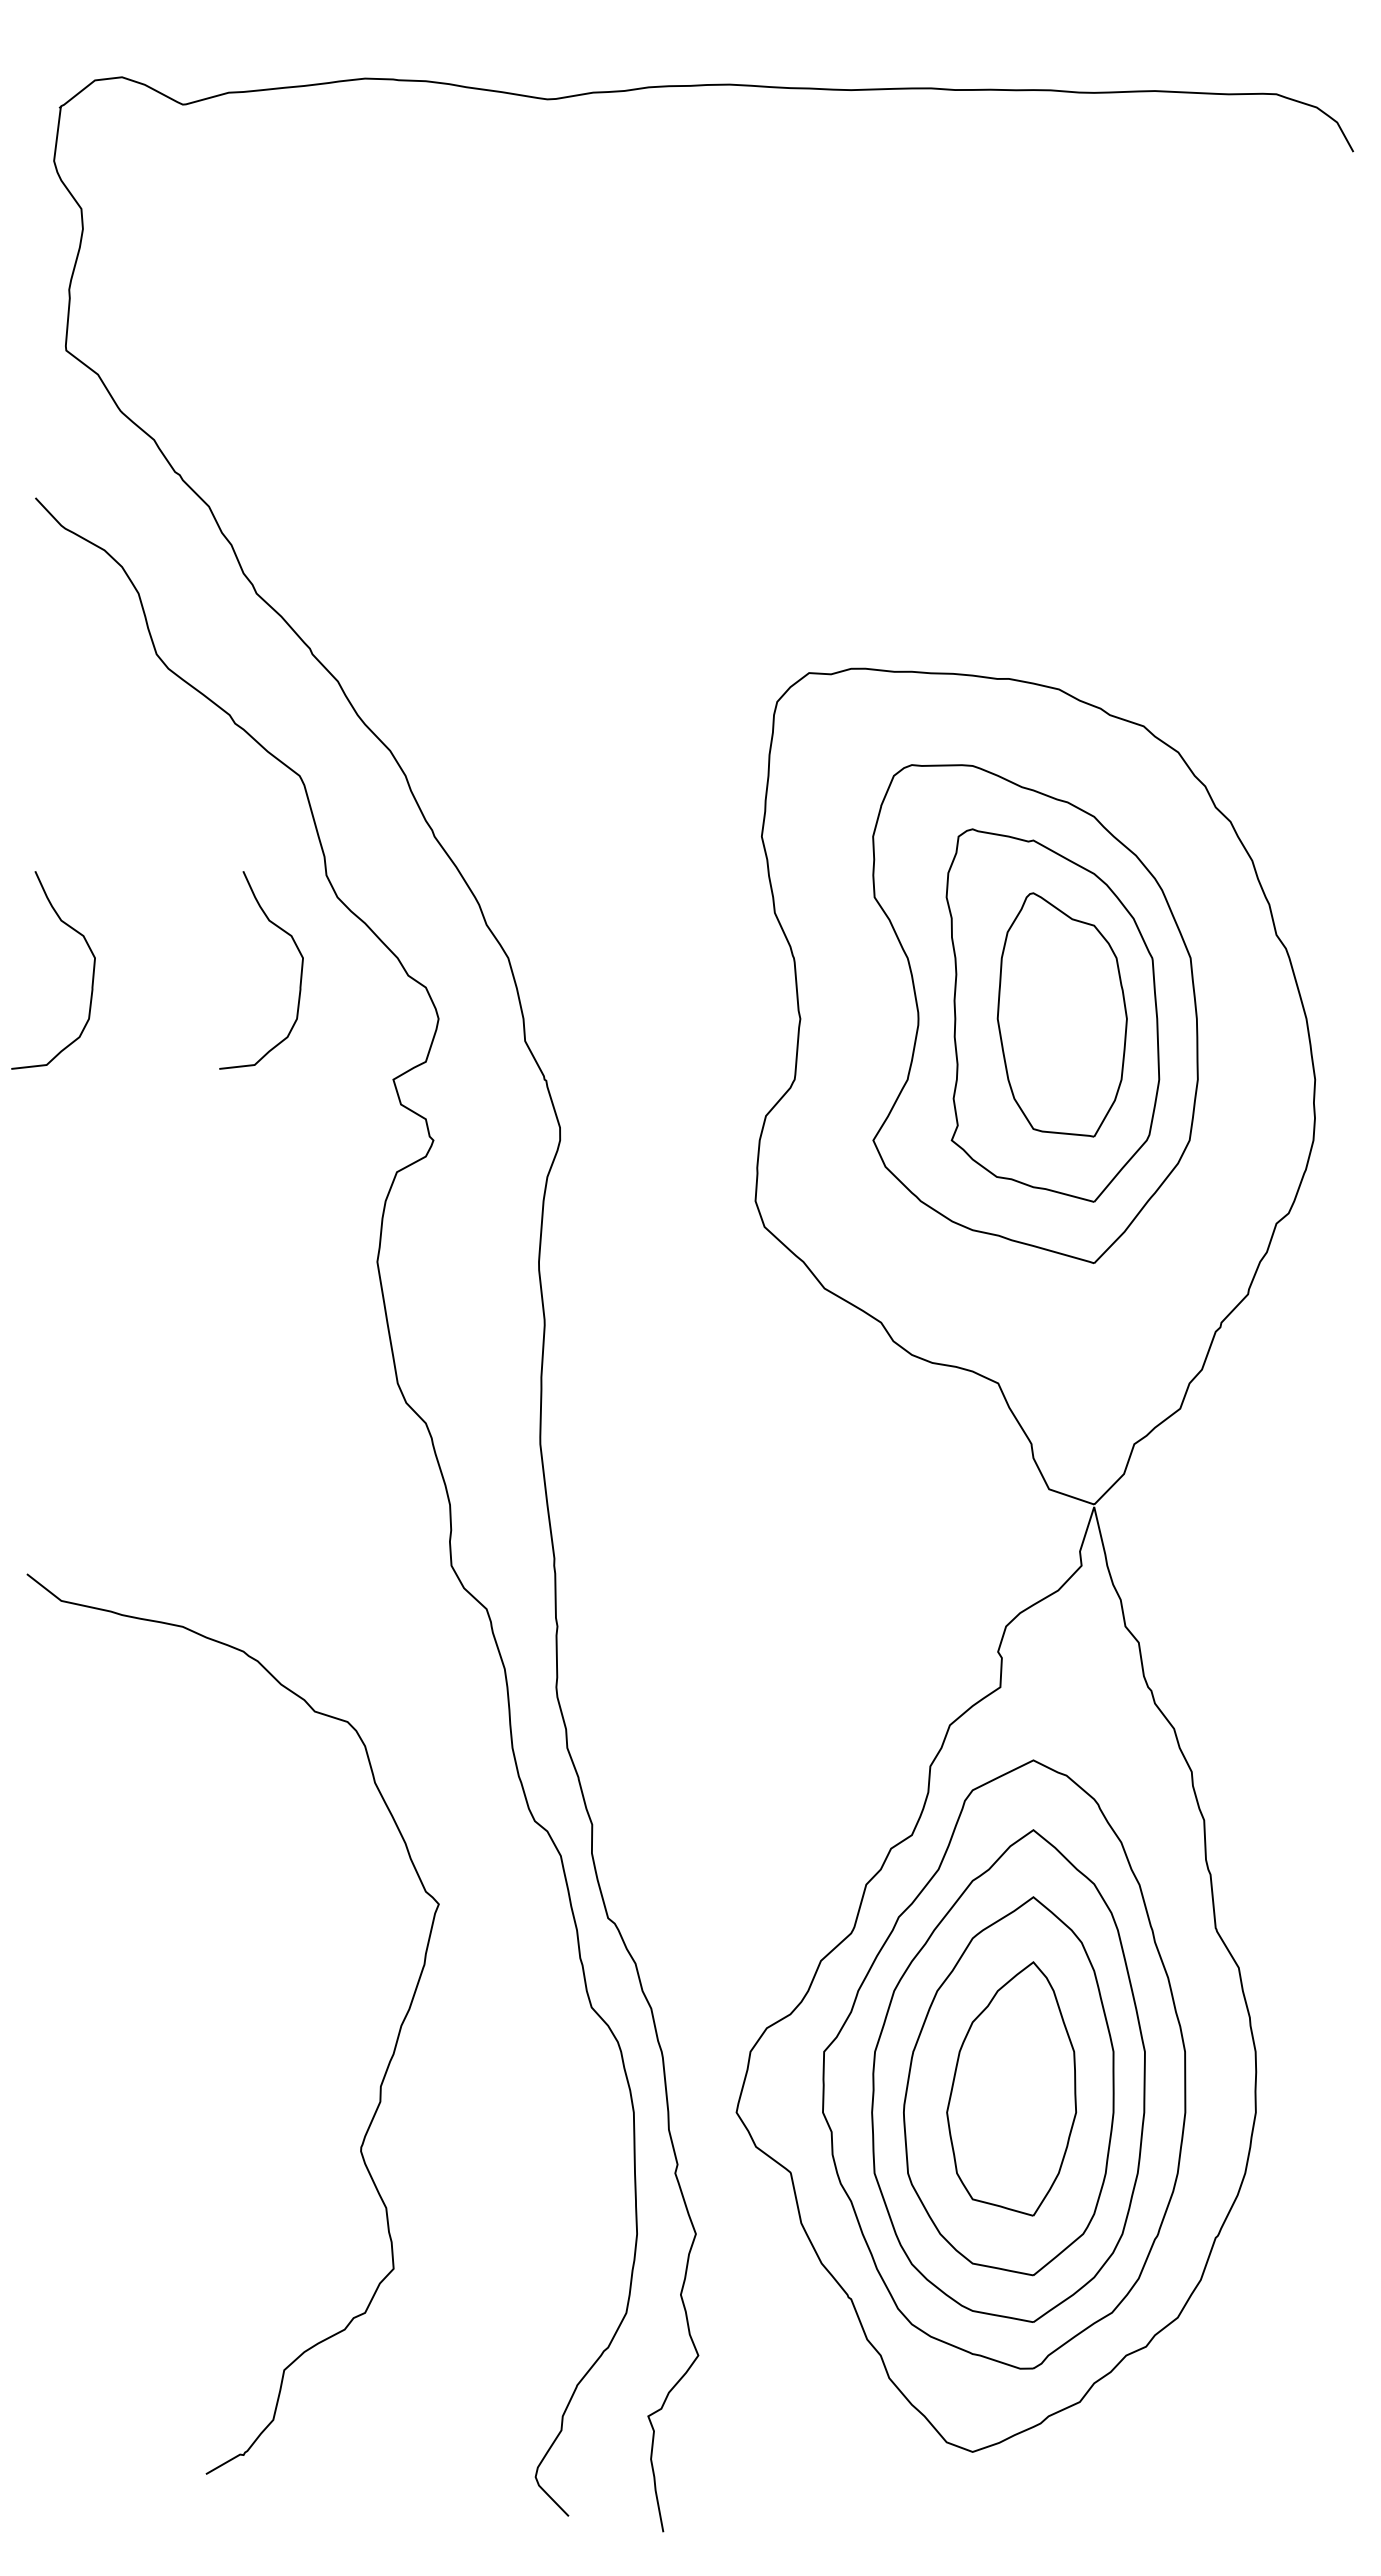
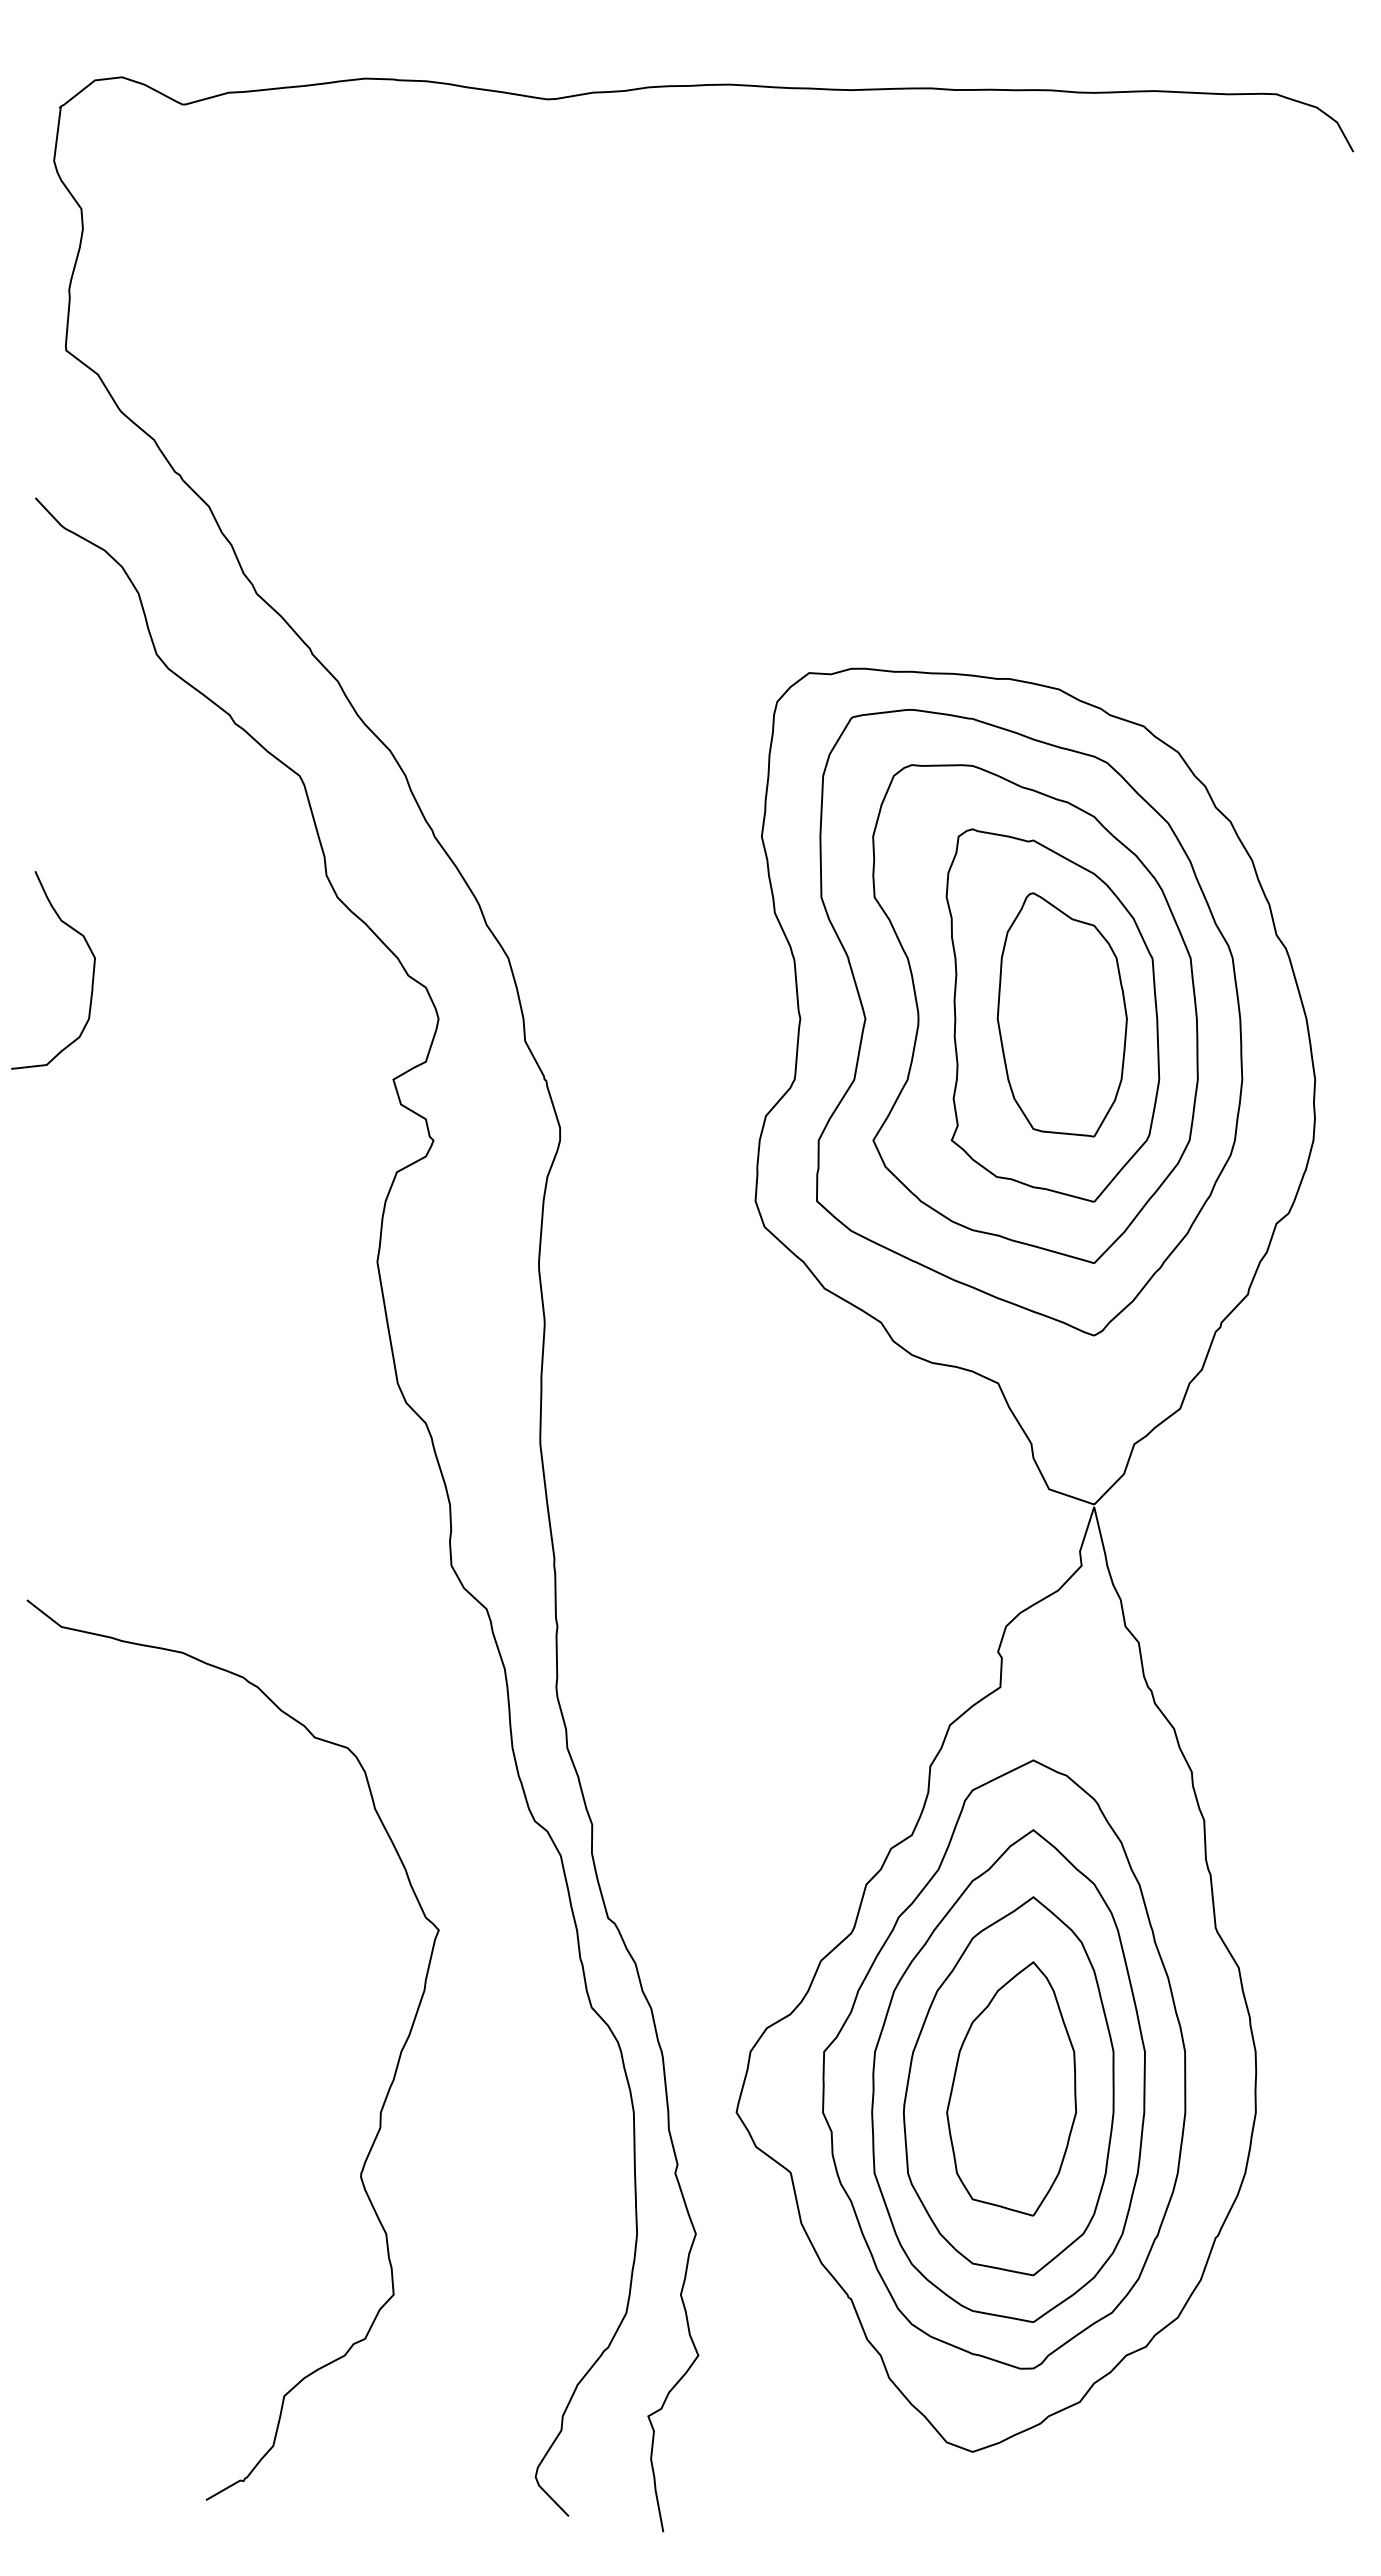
curve at (300, 972): present -> none
part at (1029, 1022): none -> present
curve at (382, 2078) position: (382, 2078) -> (382, 2104)
